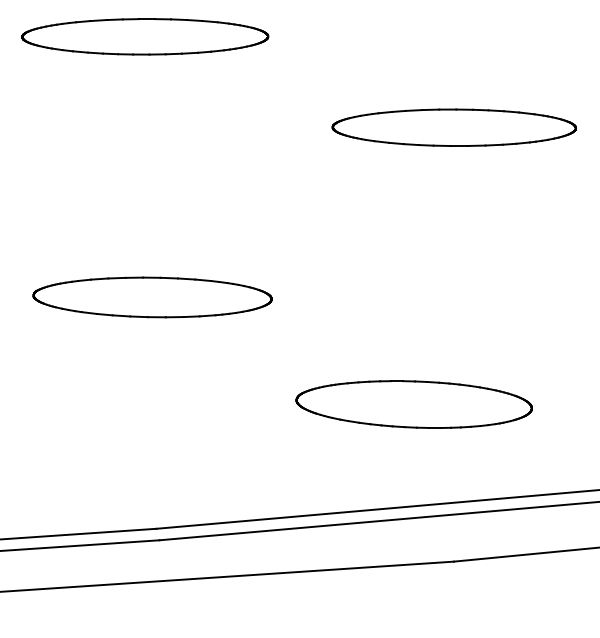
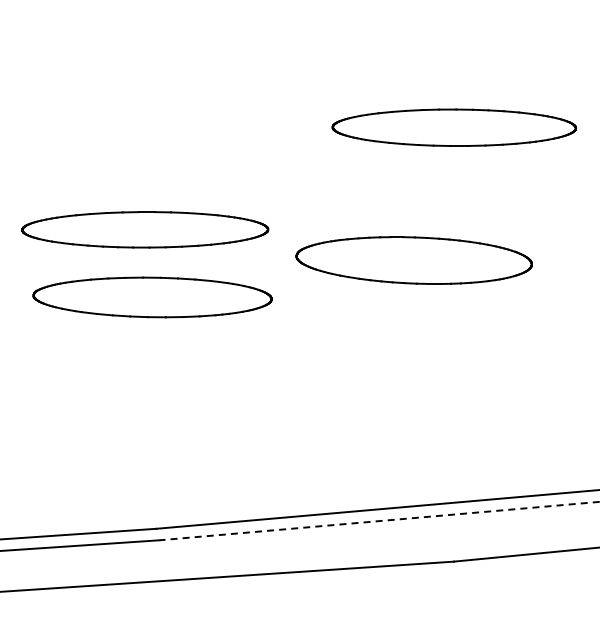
part at (145, 36) position: (145, 36) -> (145, 229)
part at (413, 404) position: (413, 404) -> (413, 260)
line at (379, 521): solid -> dashed
